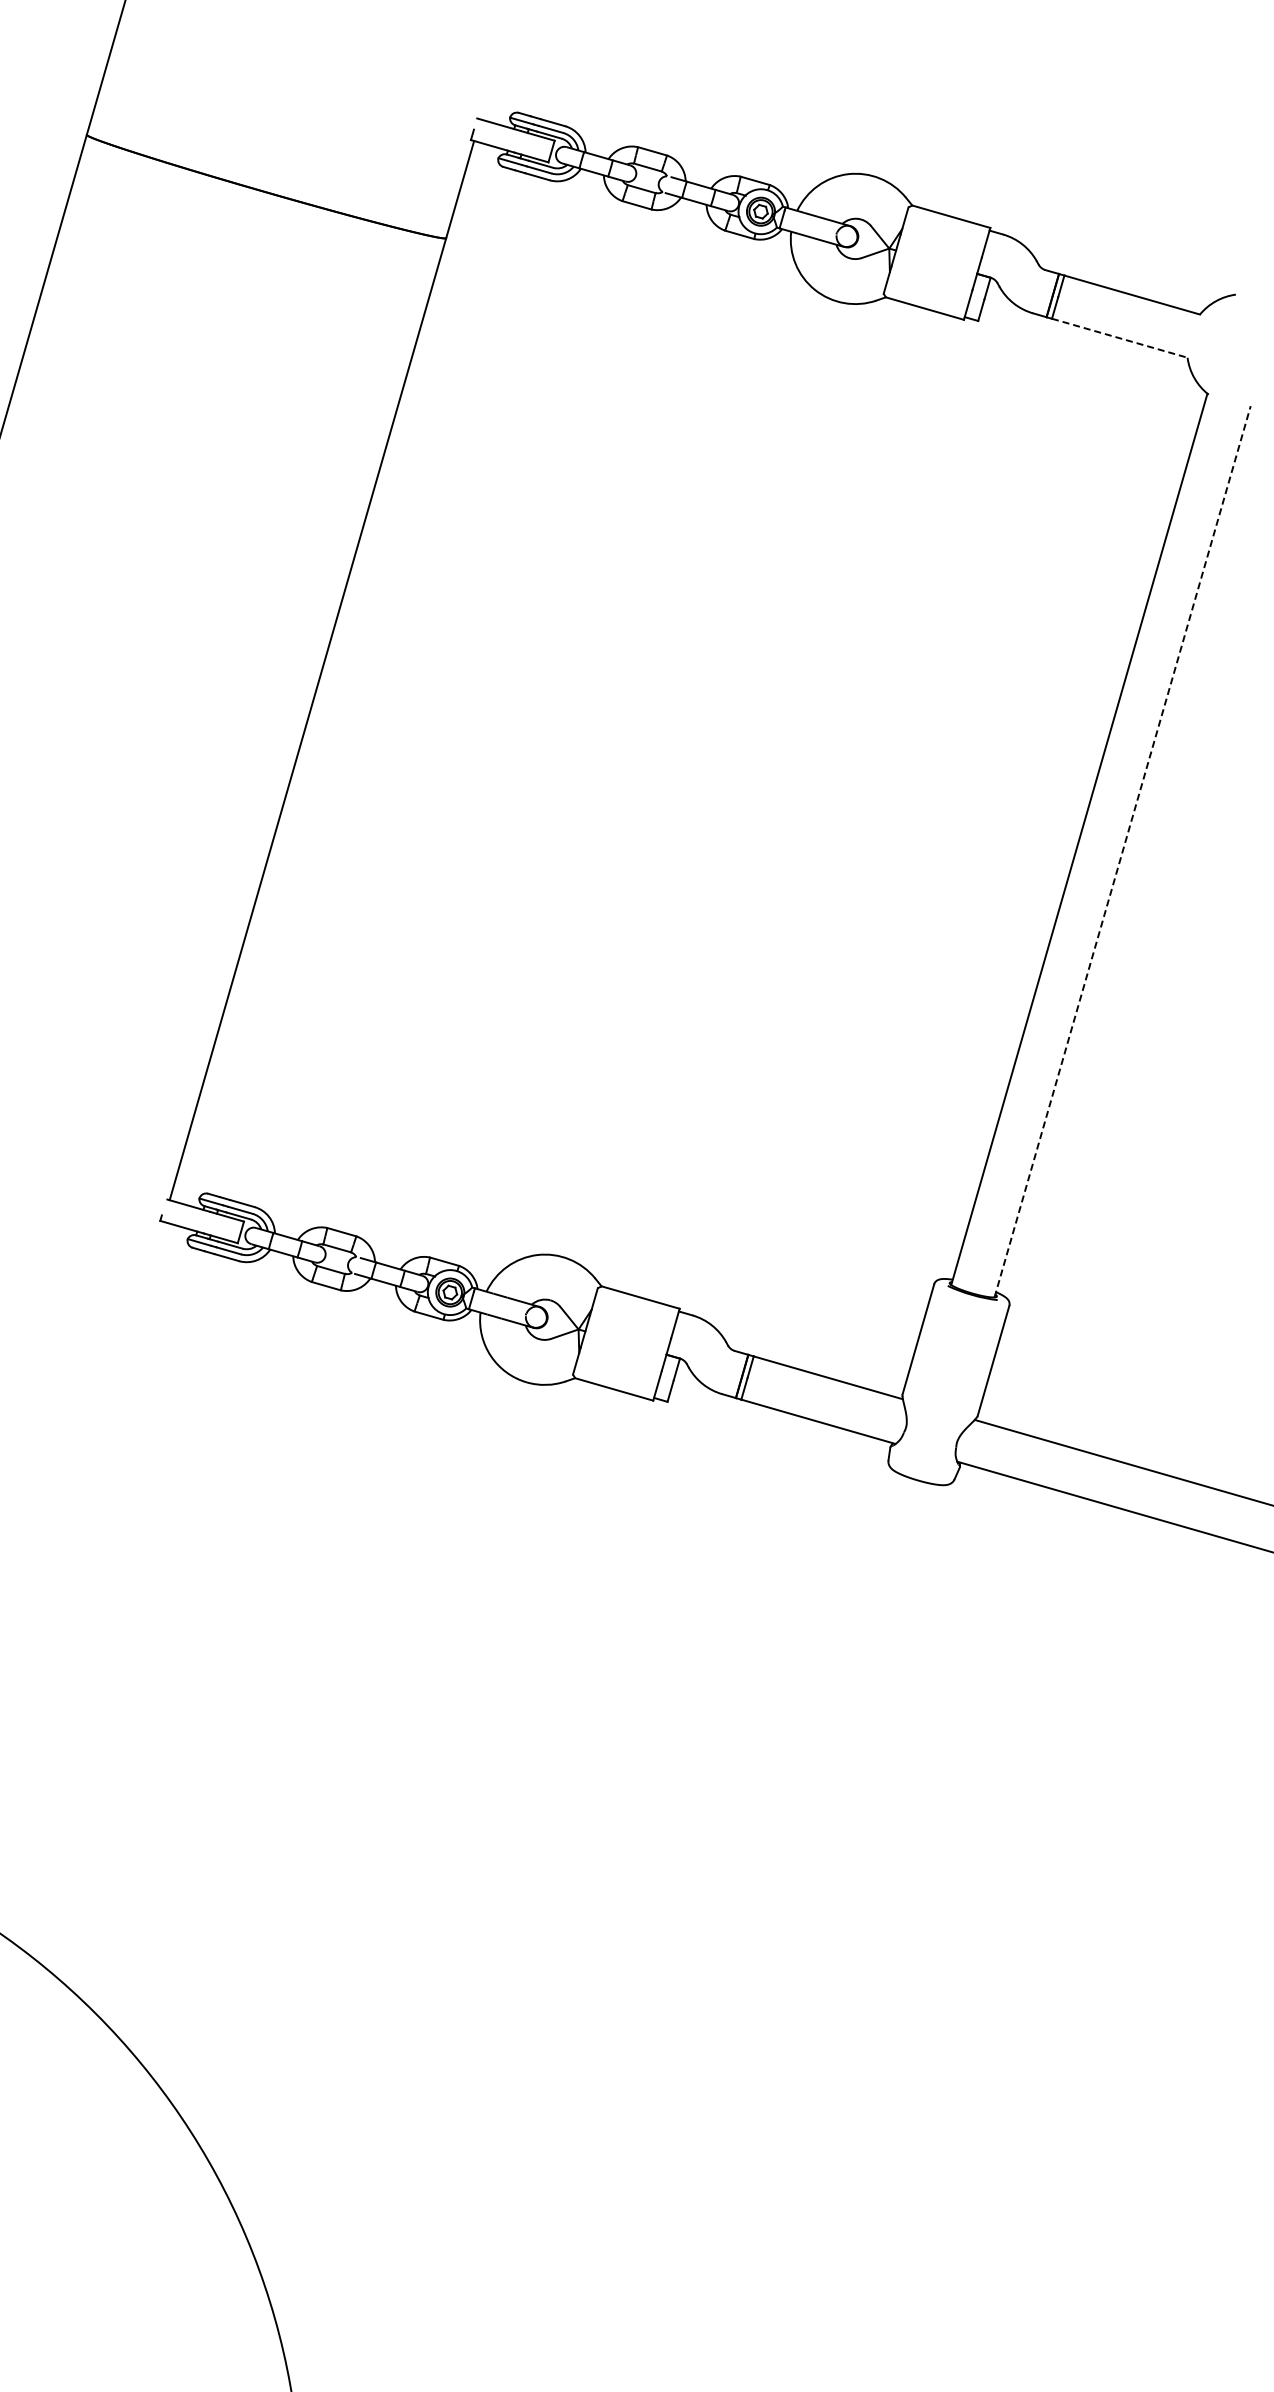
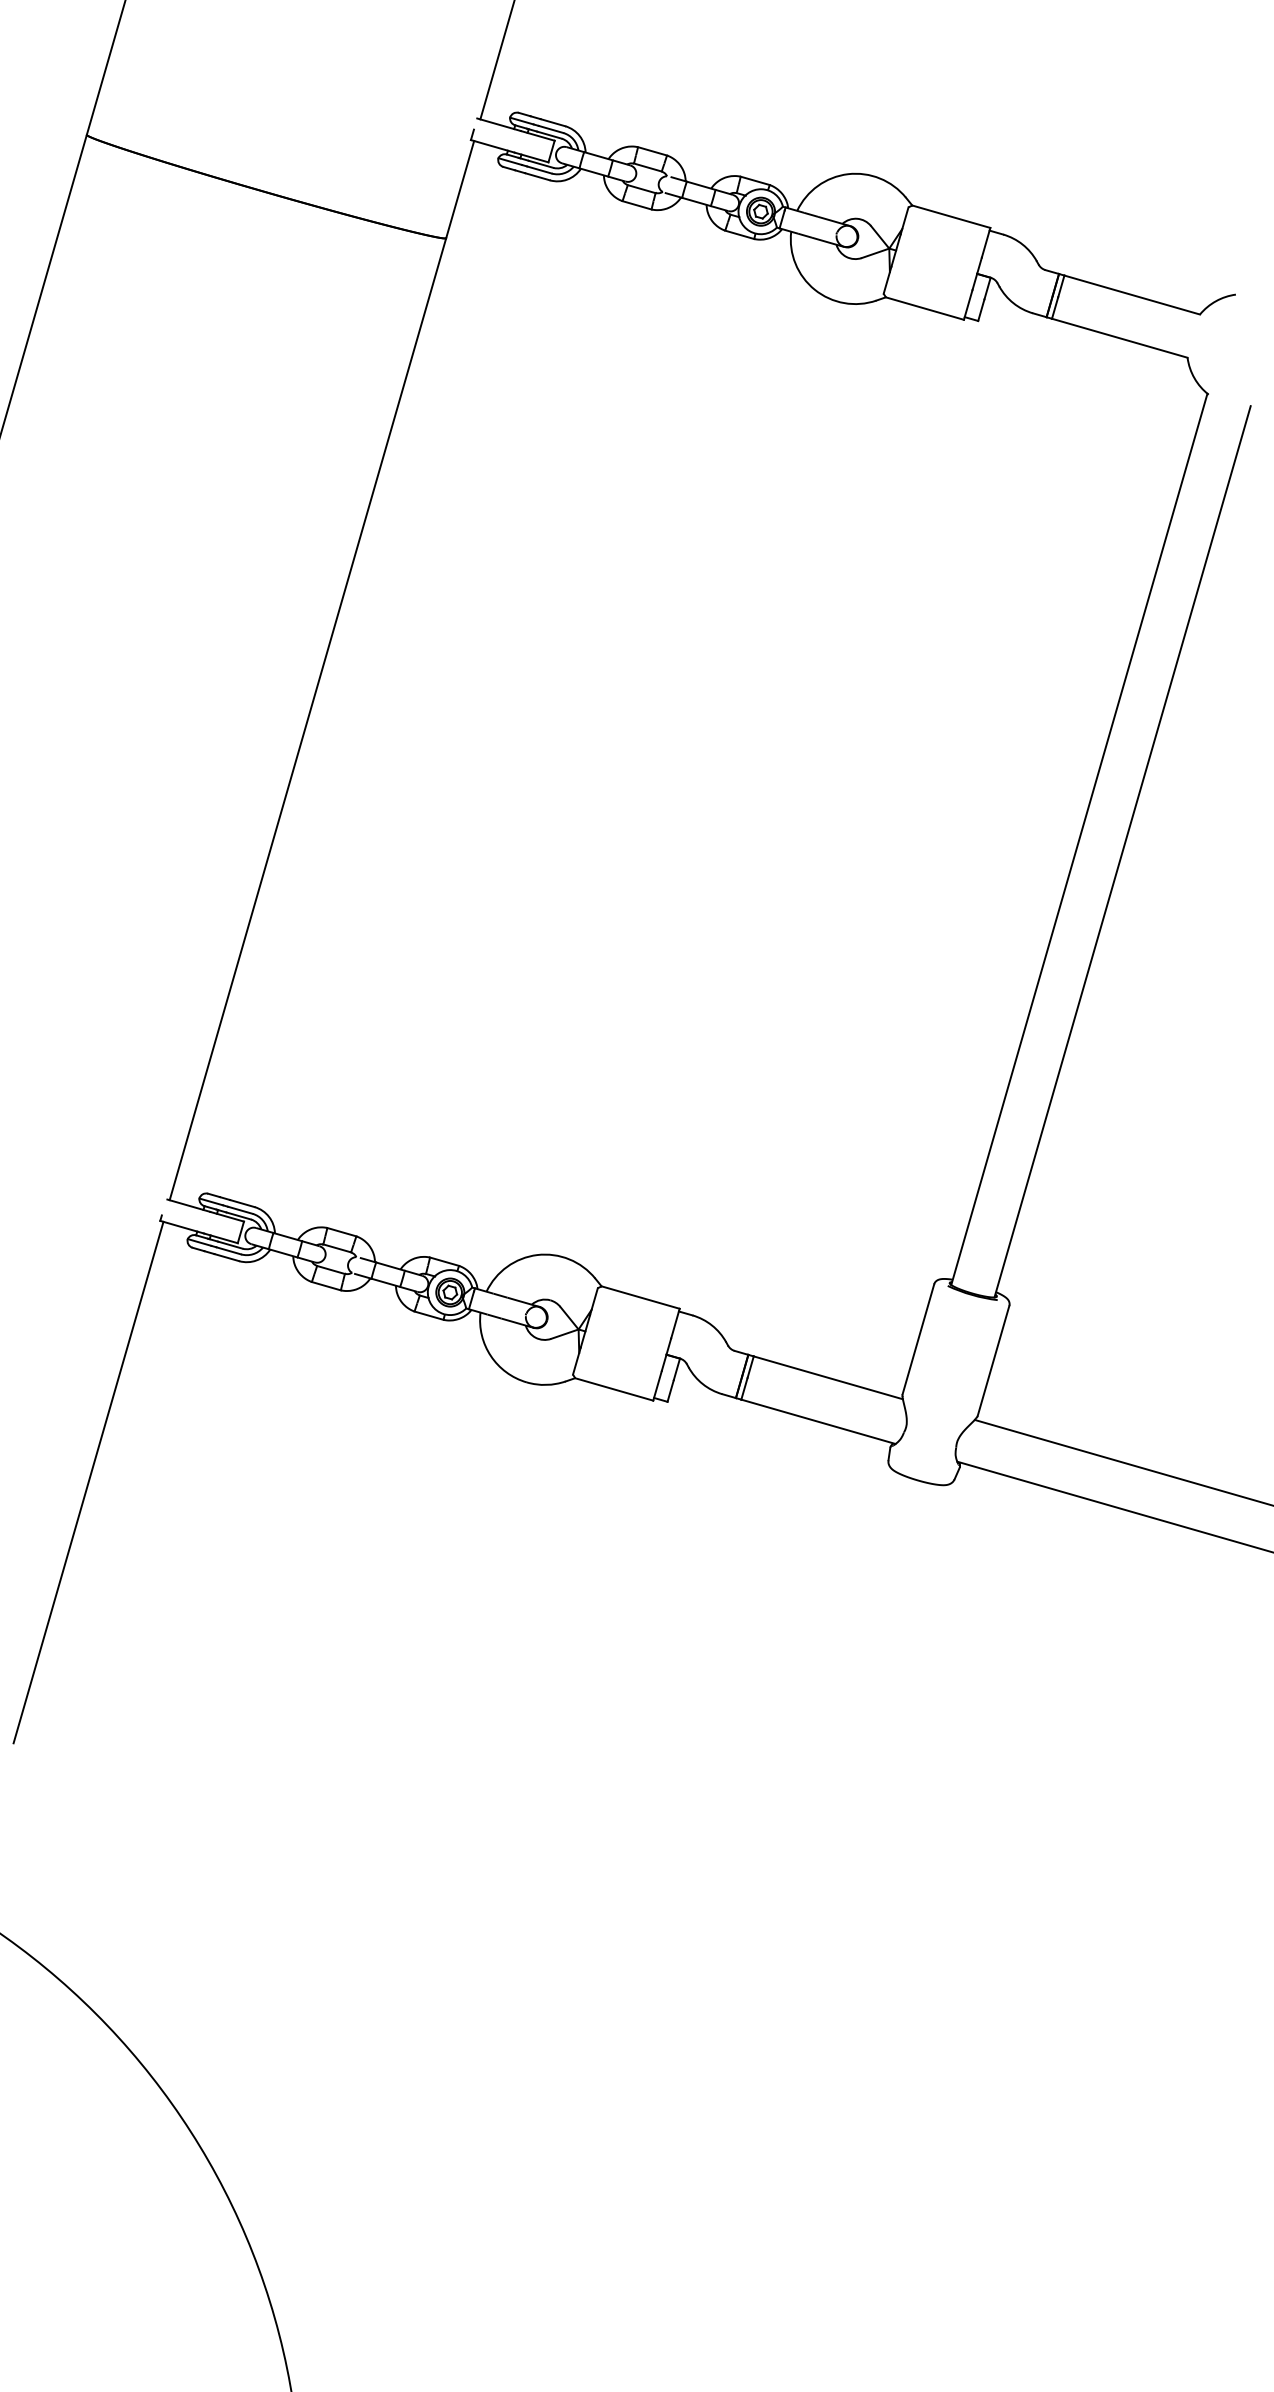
line at (497, 60): none -> present
line at (1119, 338): dashed -> solid
line at (1122, 851): dashed -> solid
line at (88, 1482): none -> present
